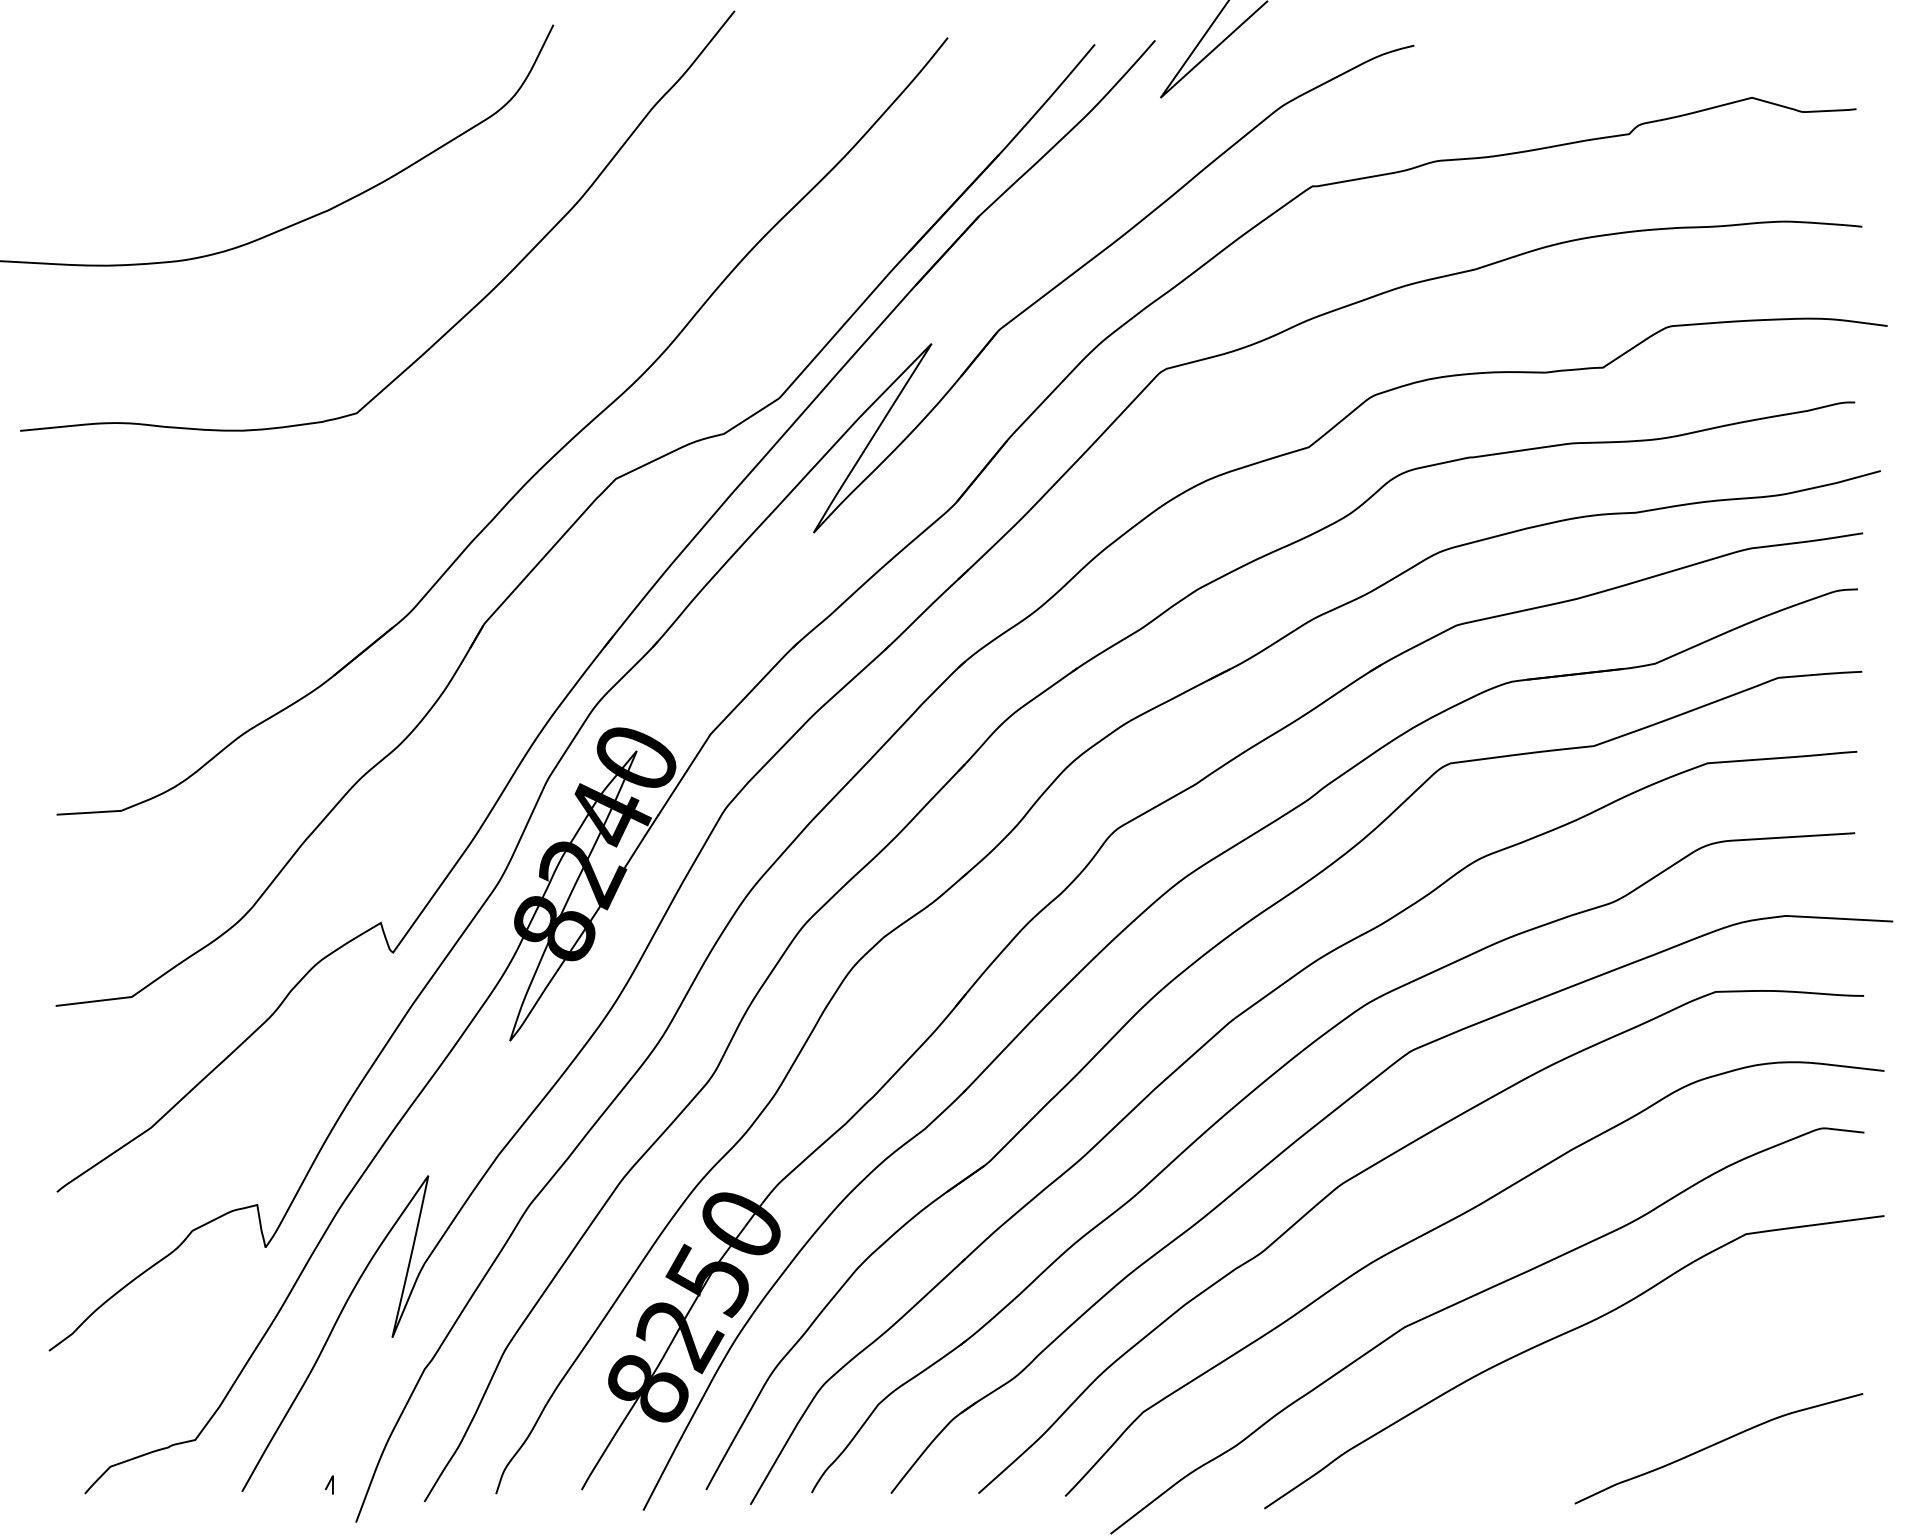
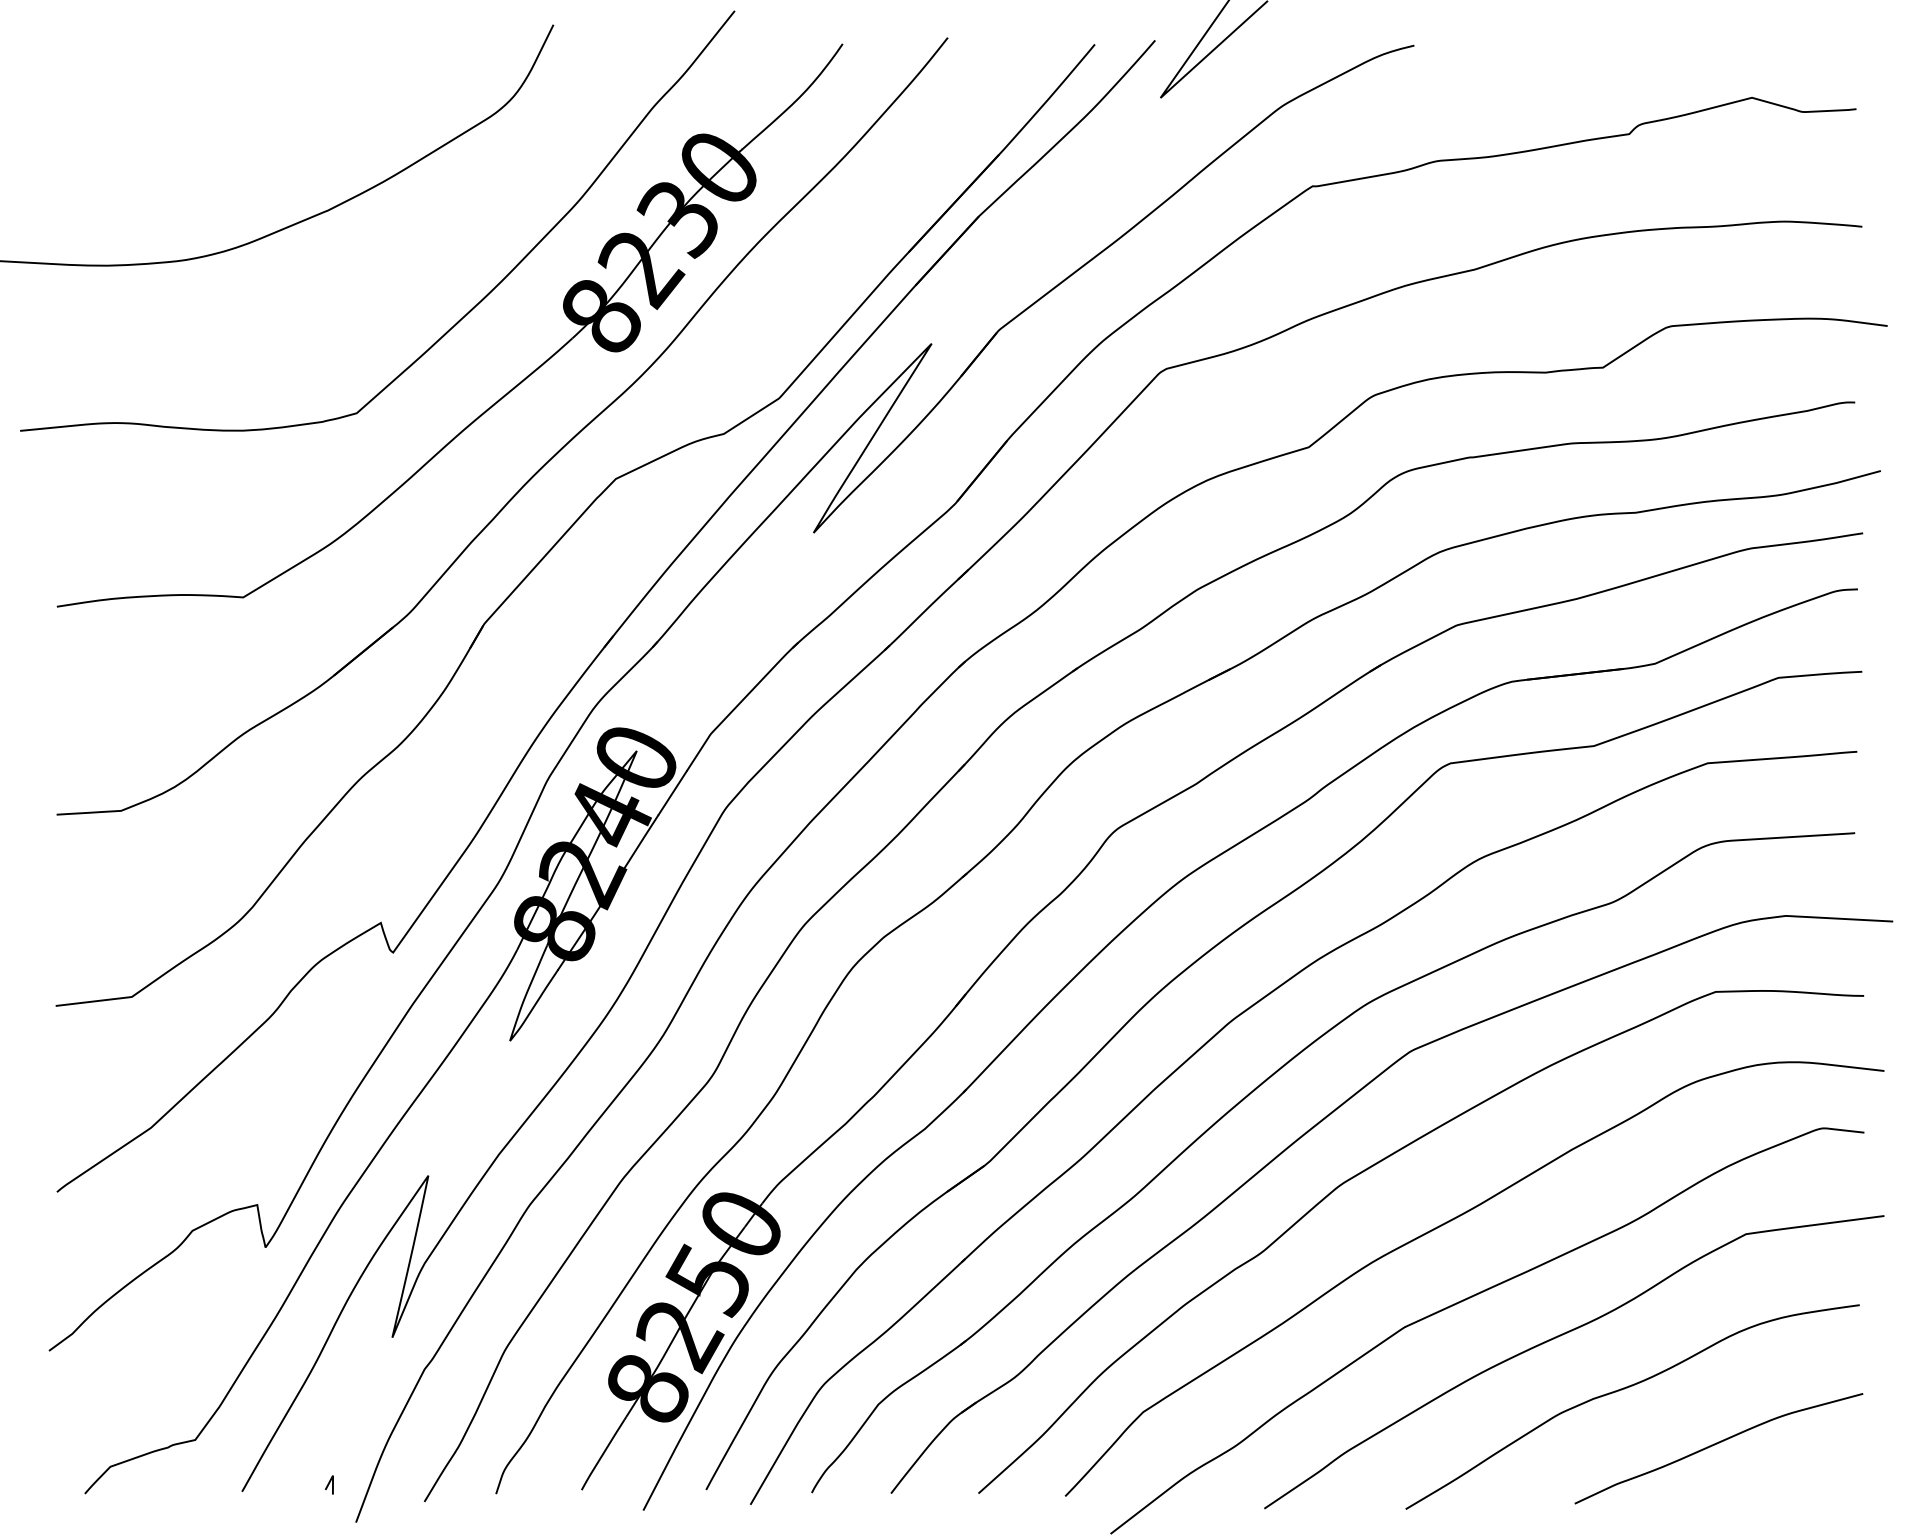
part at (504, 394): none -> present
curve at (1627, 1388): none -> present
